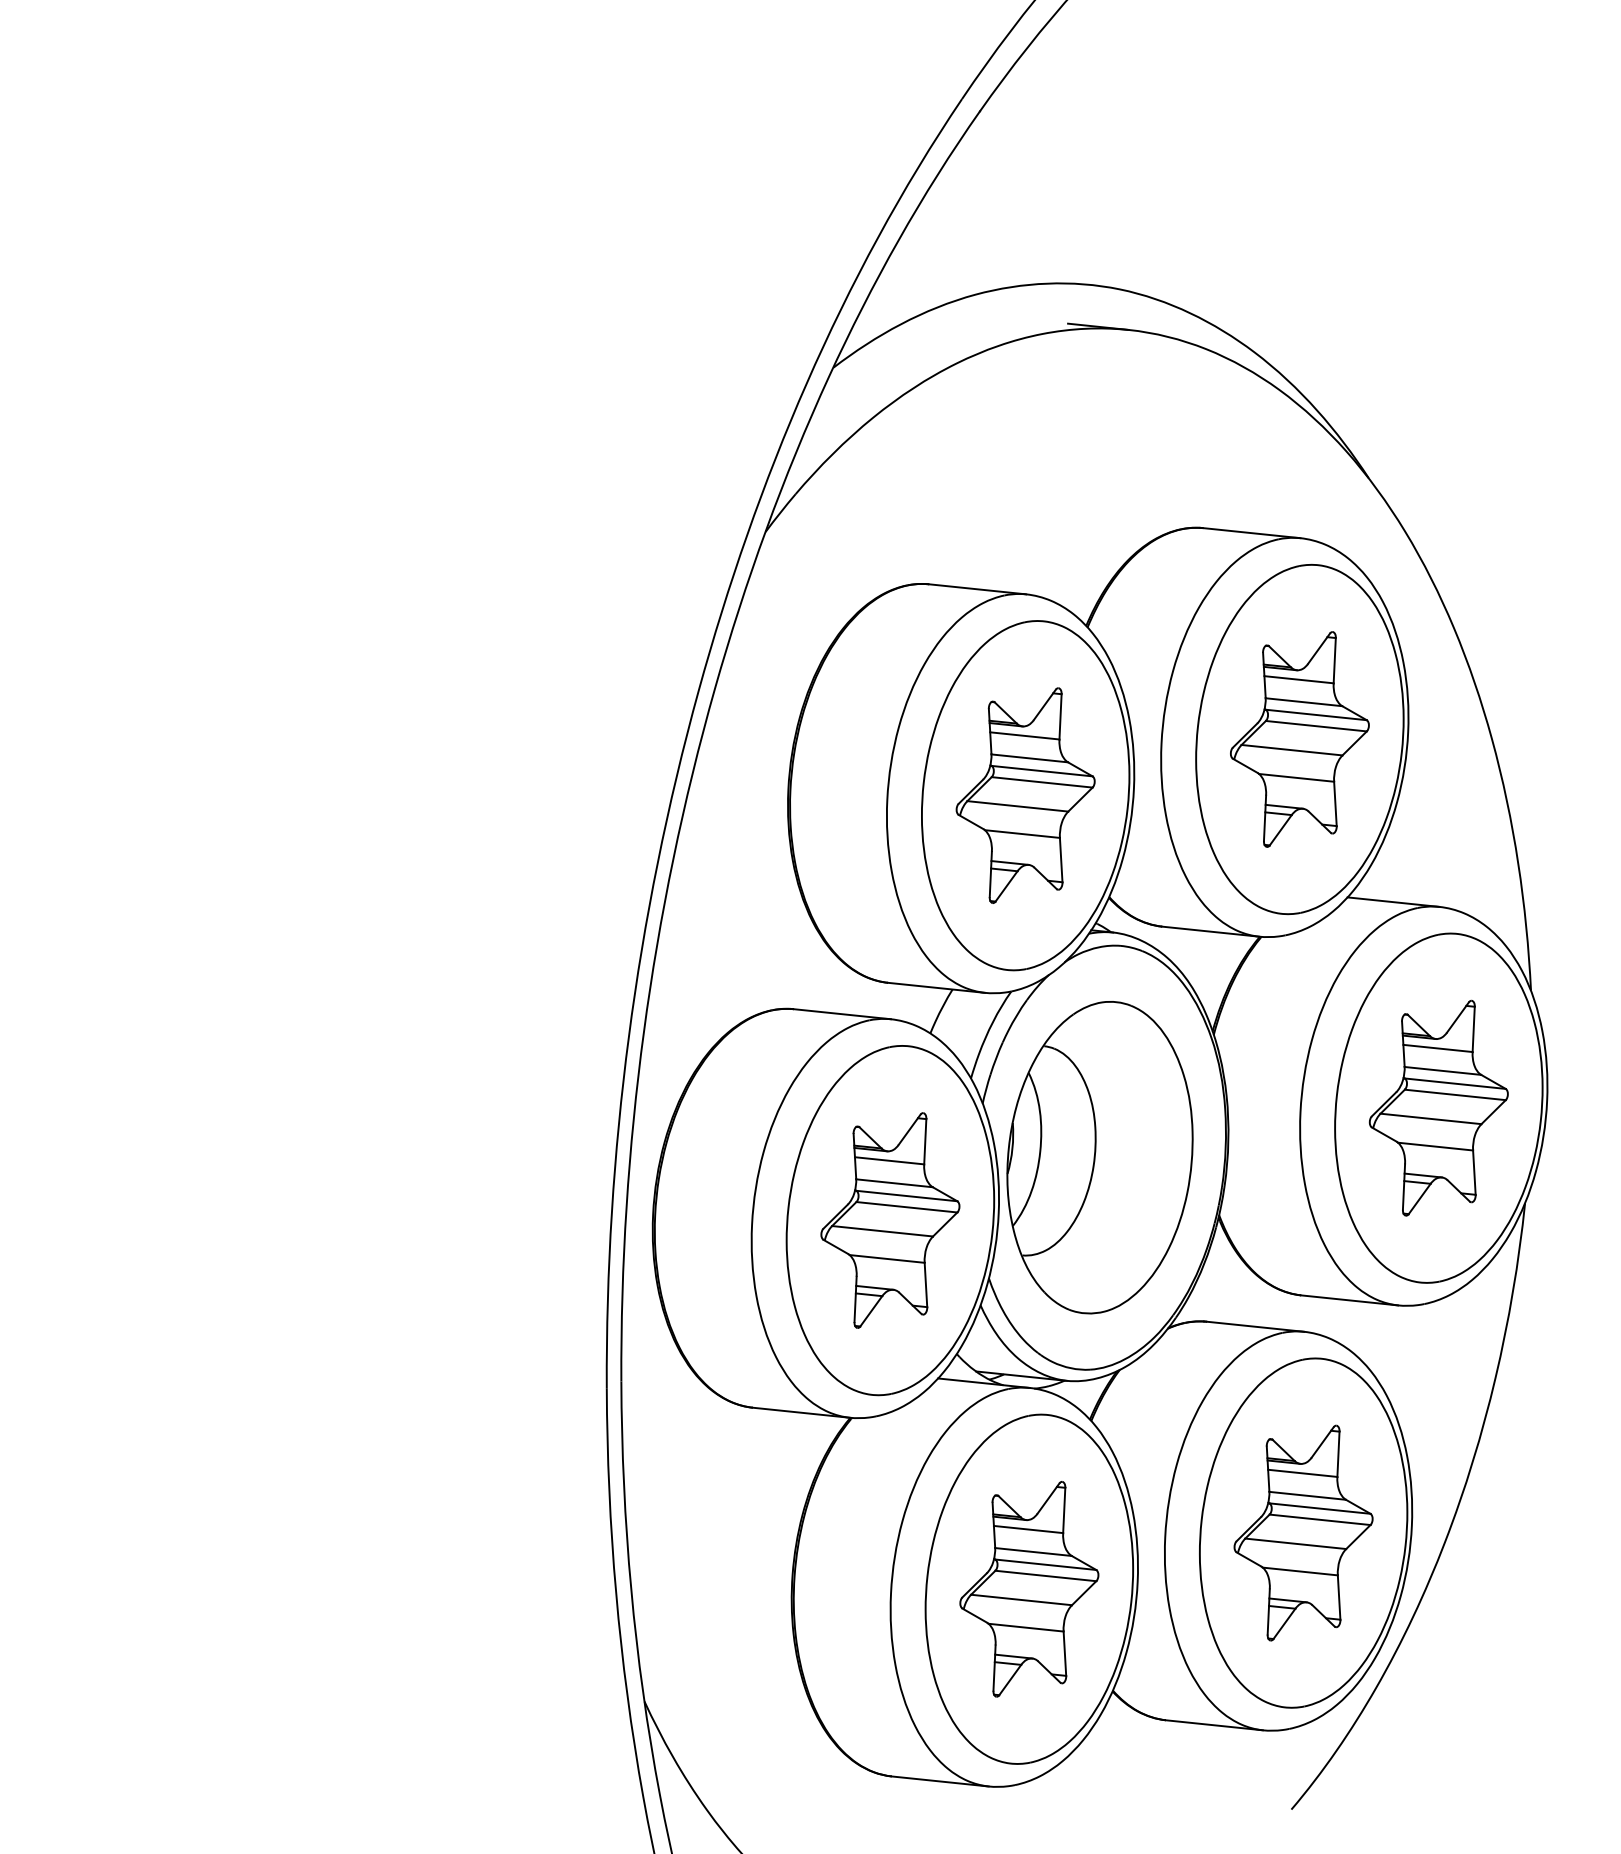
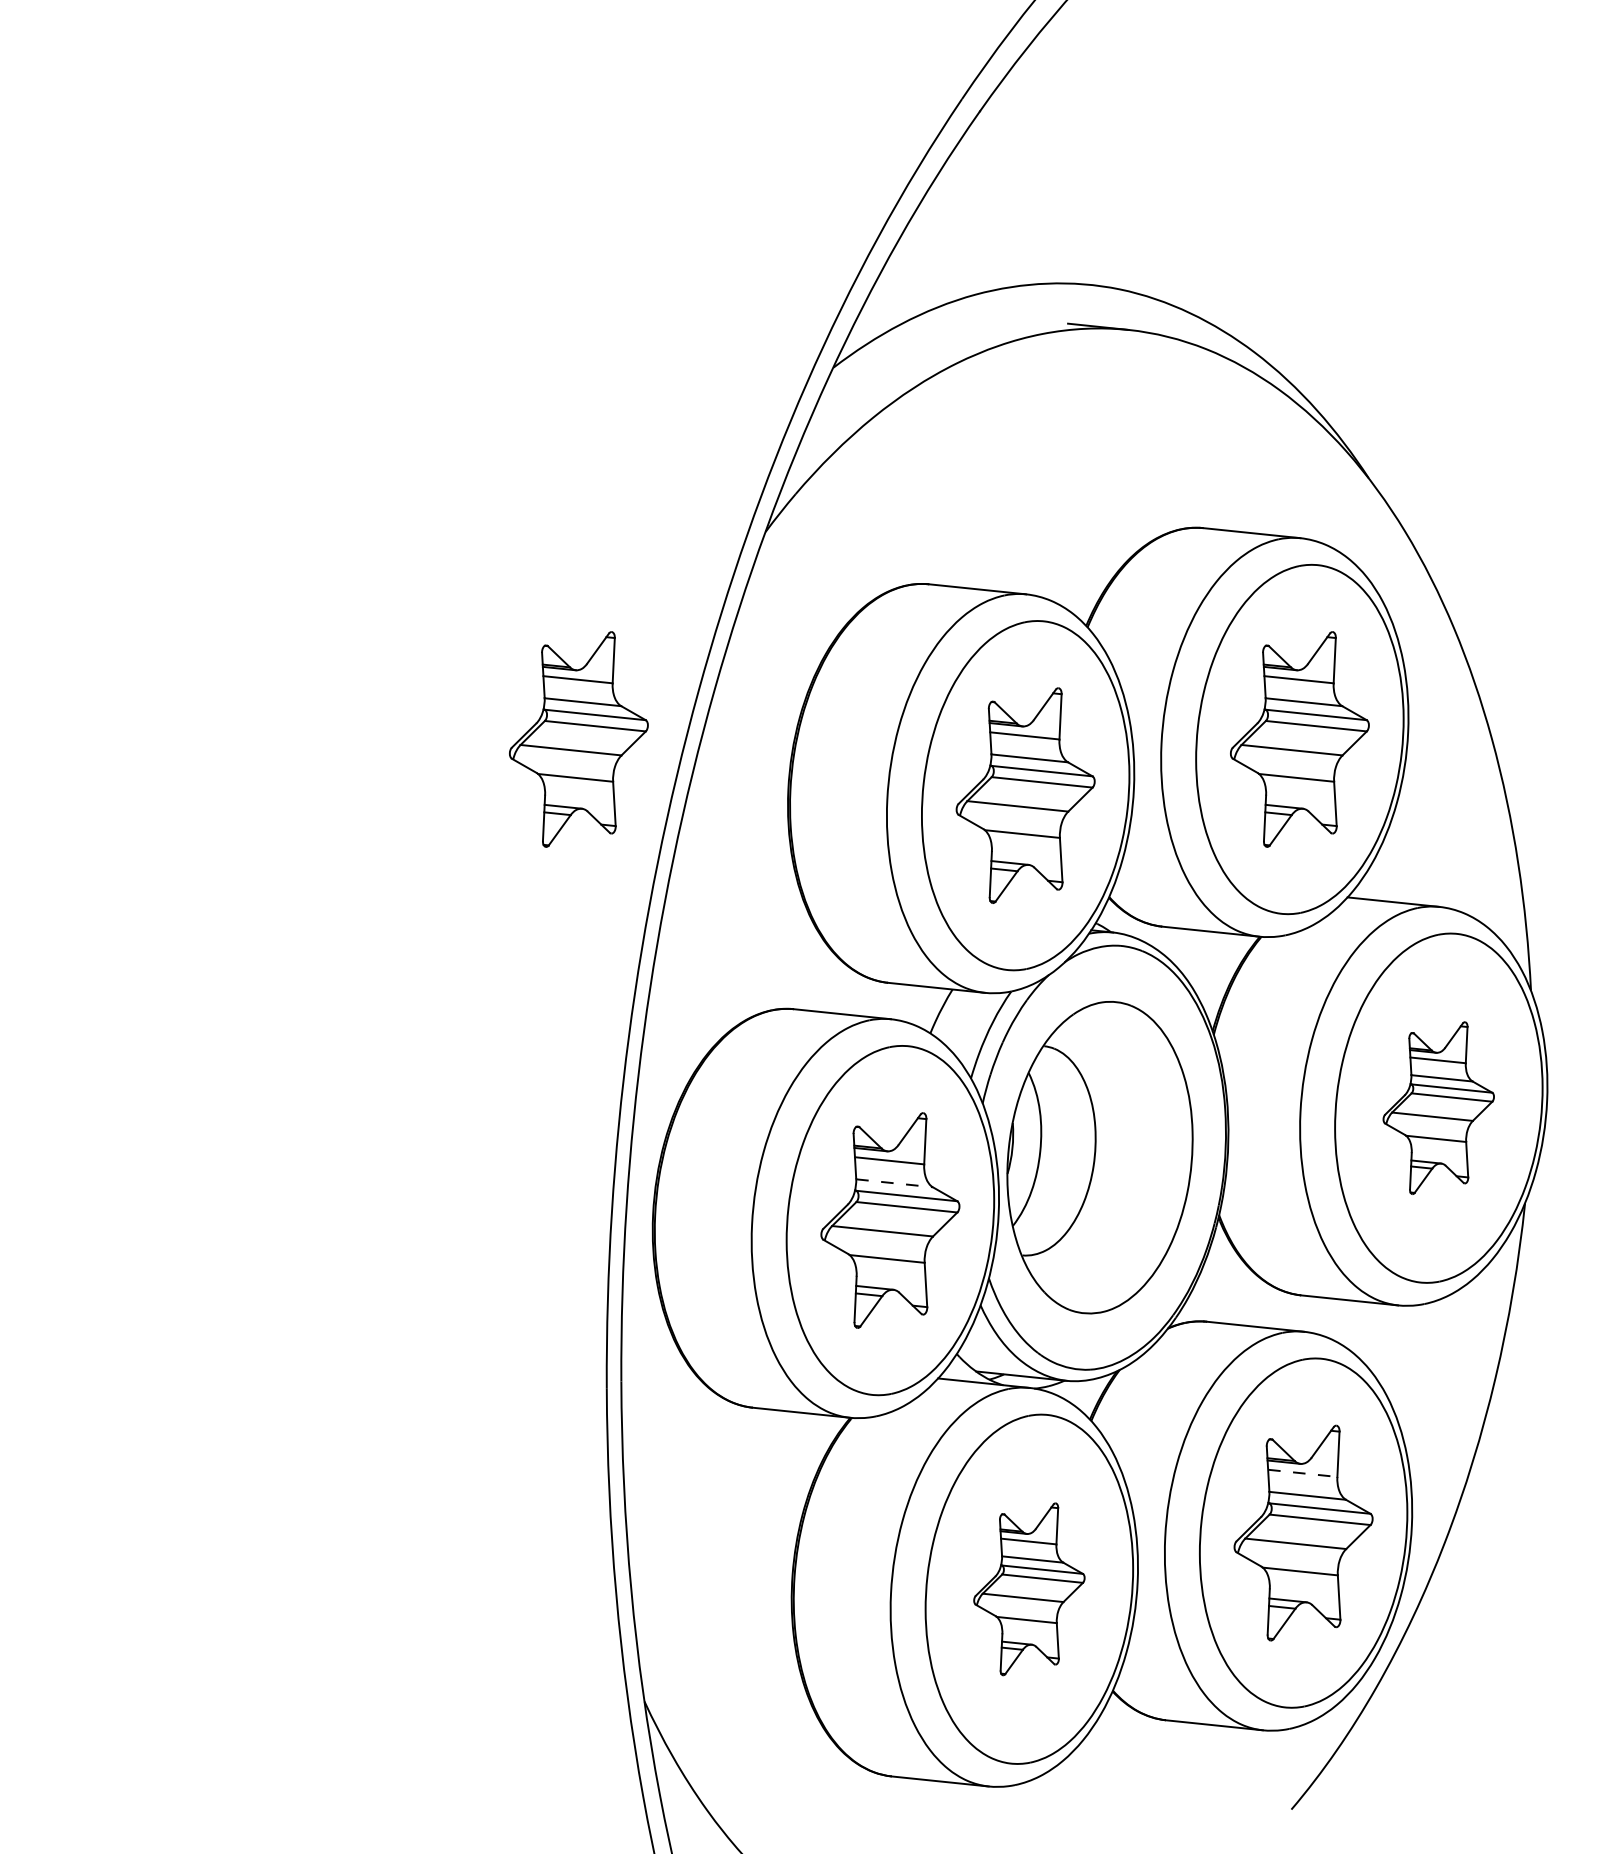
part at (578, 739): none -> present
part at (1438, 1107) size: 141x218 px -> 113x174 px
line at (894, 1183): solid -> dashed
line at (1302, 1473): solid -> dashed
part at (1029, 1589) size: 141x217 px -> 113x175 px
